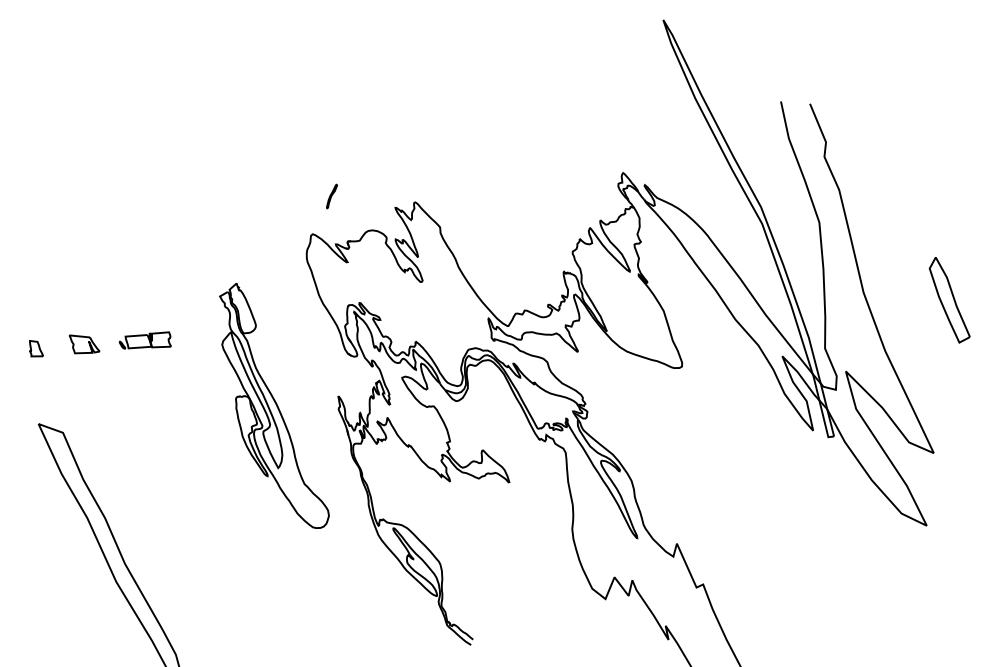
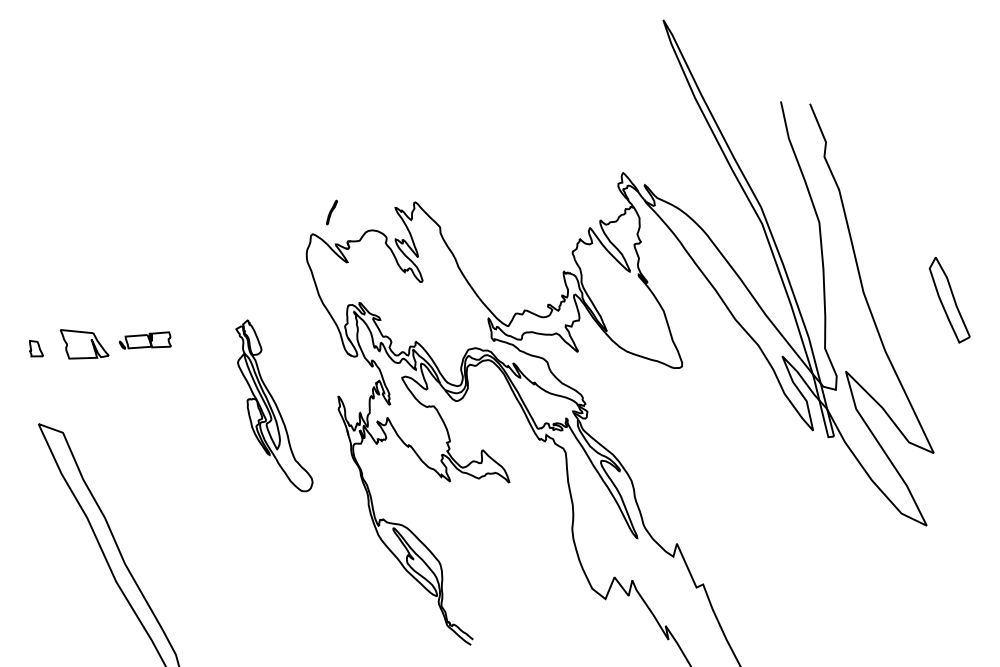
part at (332, 196) position: (332, 196) -> (332, 212)
part at (84, 344) size: 33x21 px -> 51x31 px
part at (274, 405) size: 111x247 px -> 79x174 px
